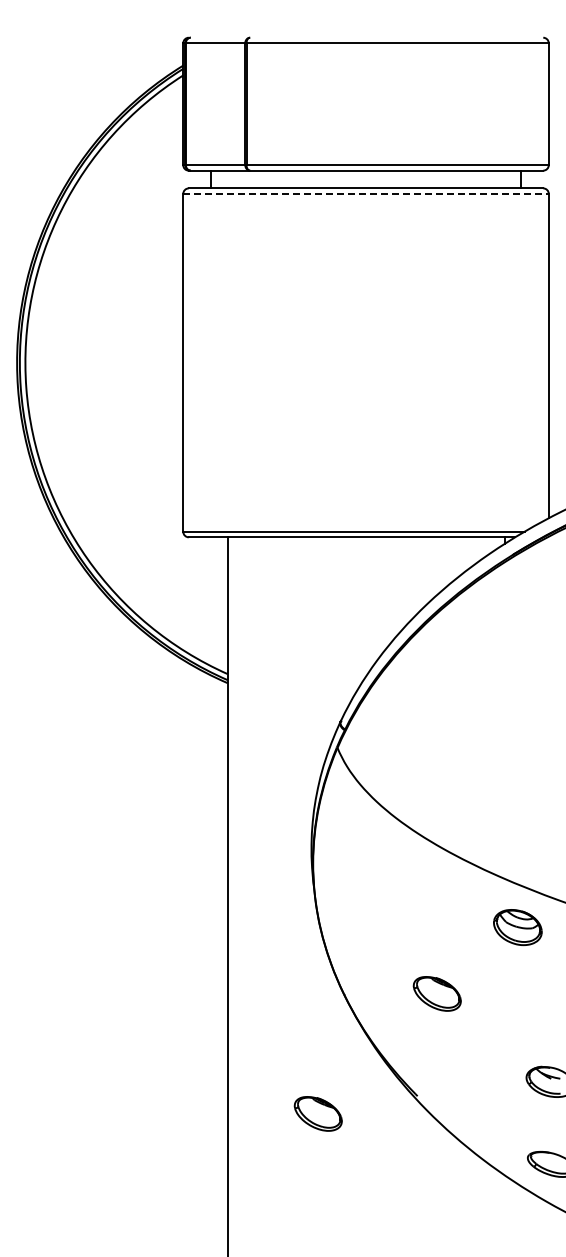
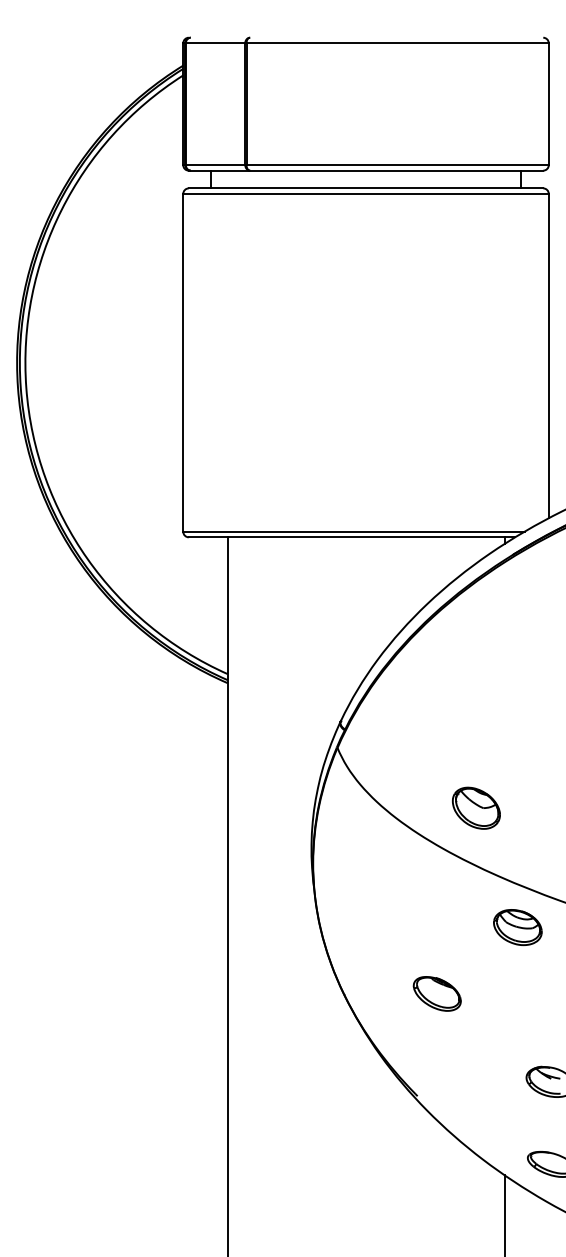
line at (366, 193): dashed -> solid
part at (476, 807): none -> present
part at (317, 1113): present -> none
line at (504, 1214): none -> present
